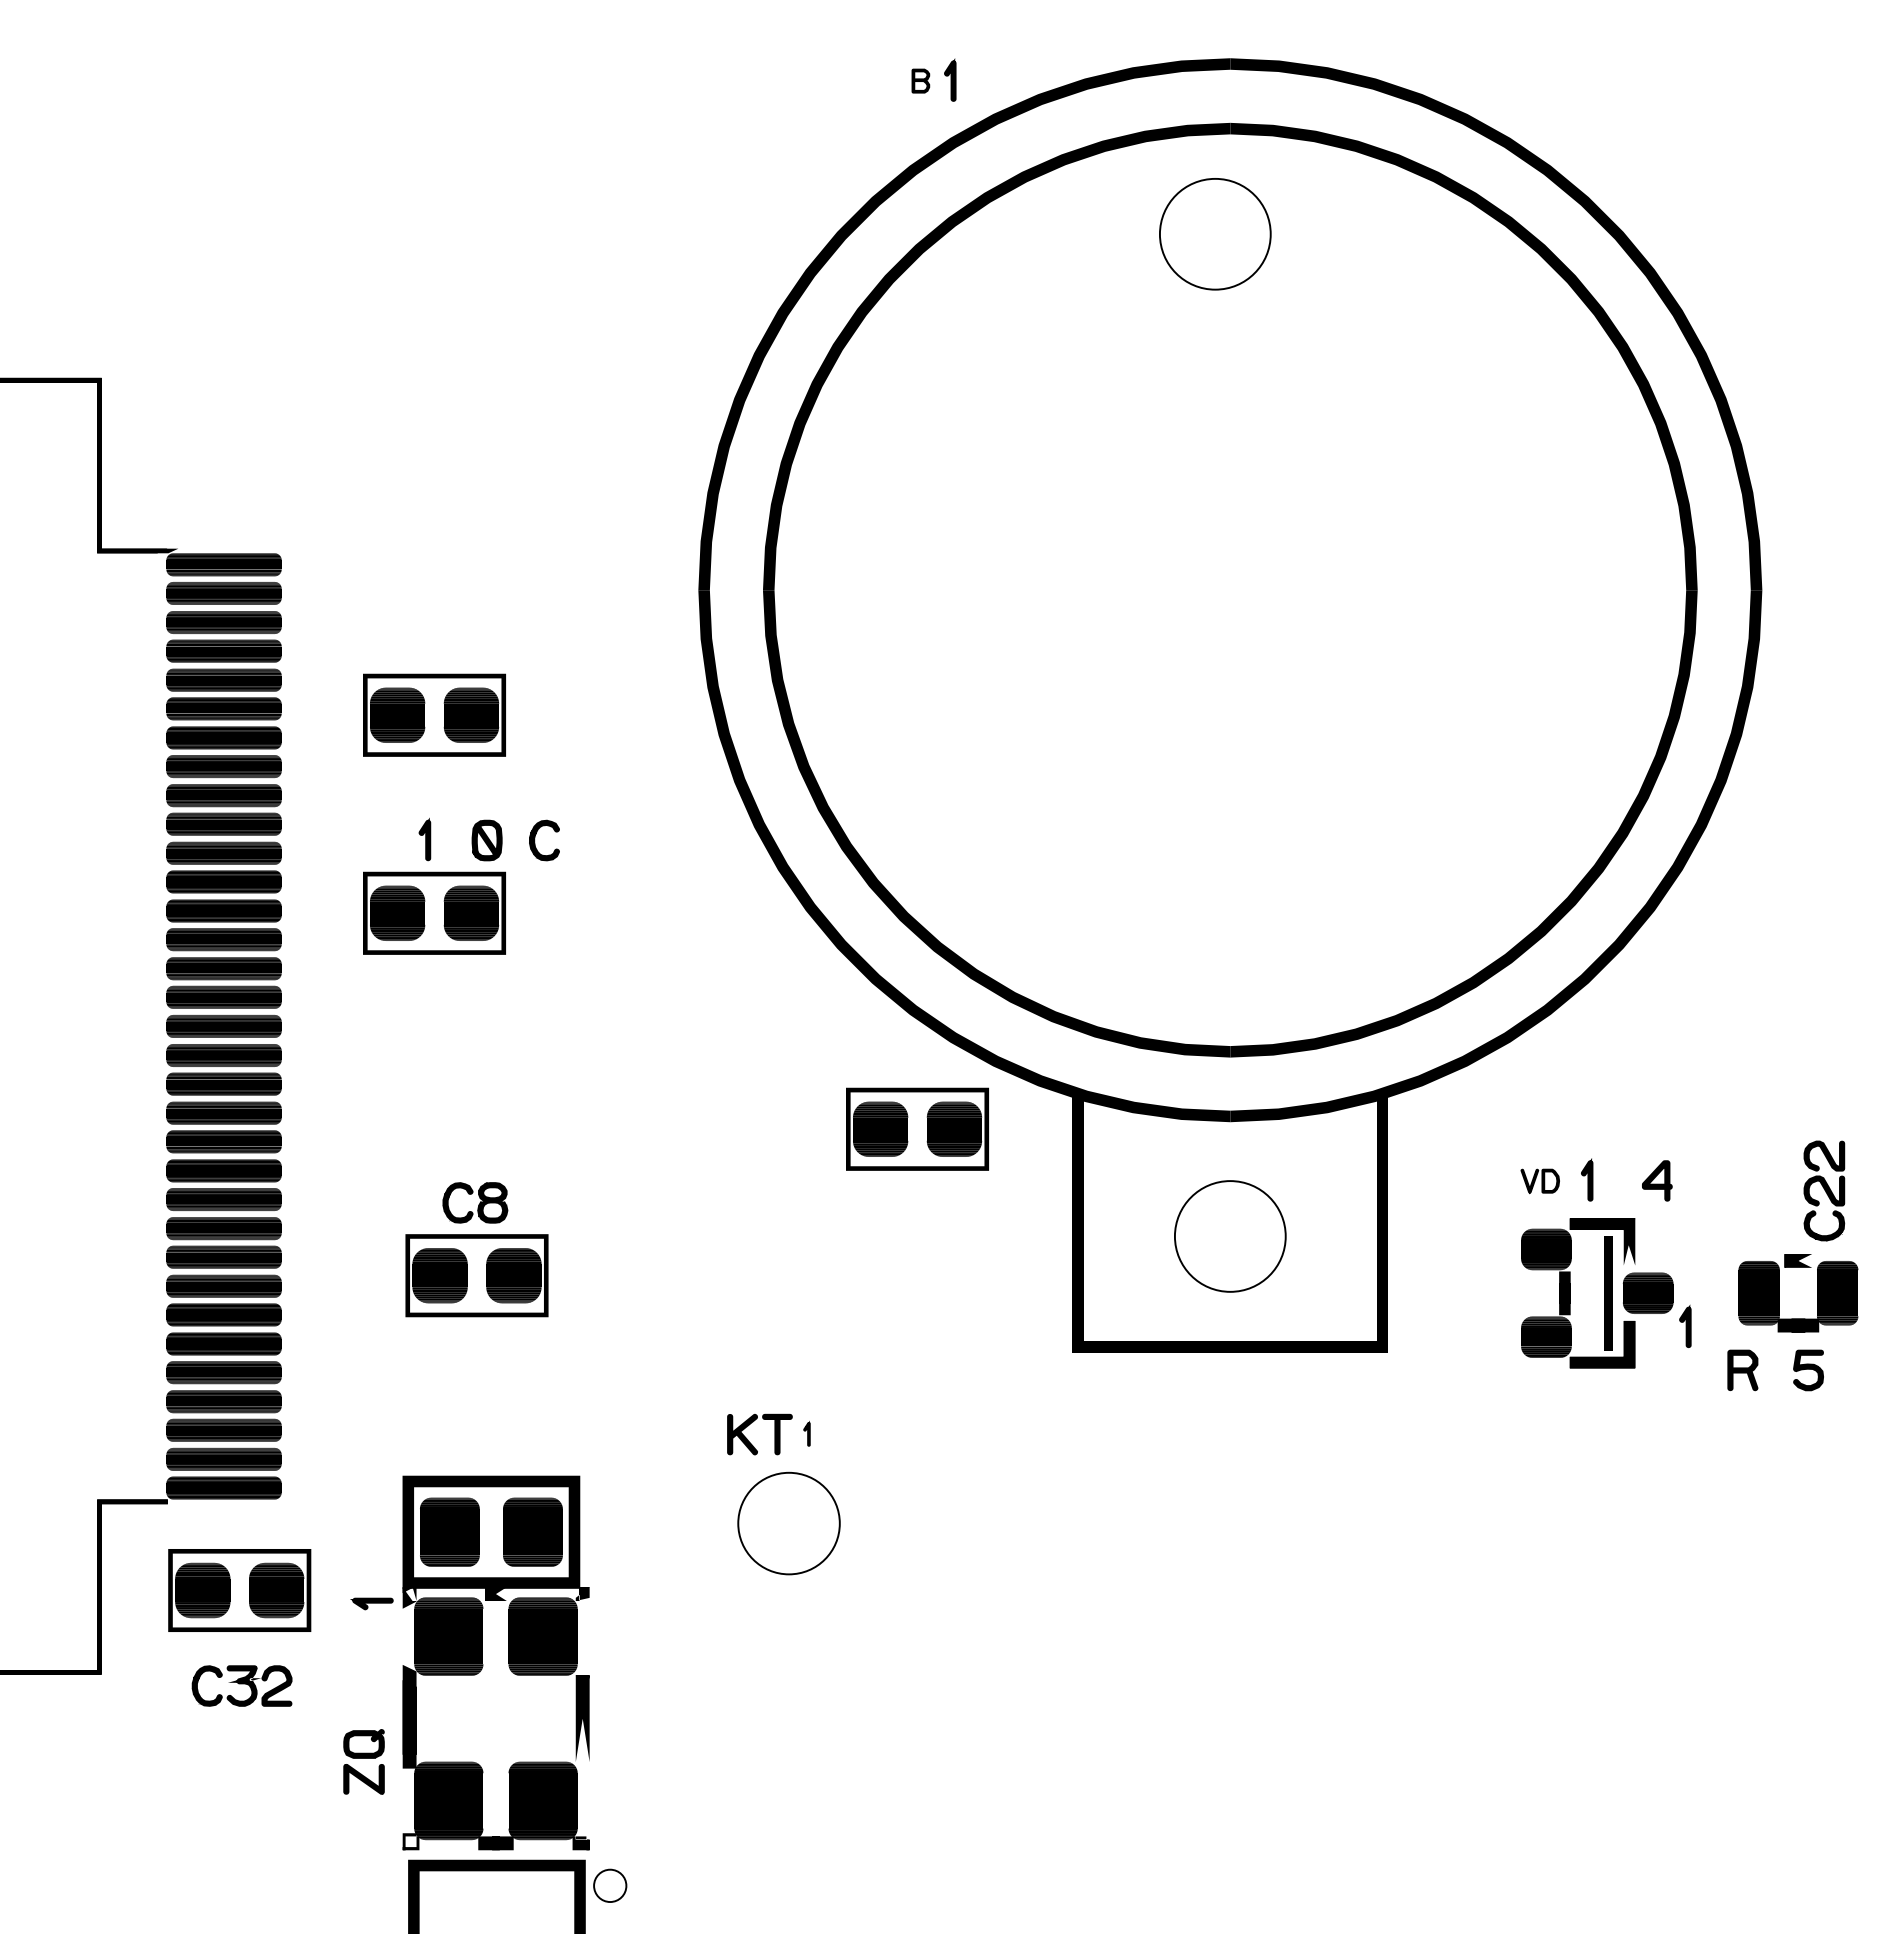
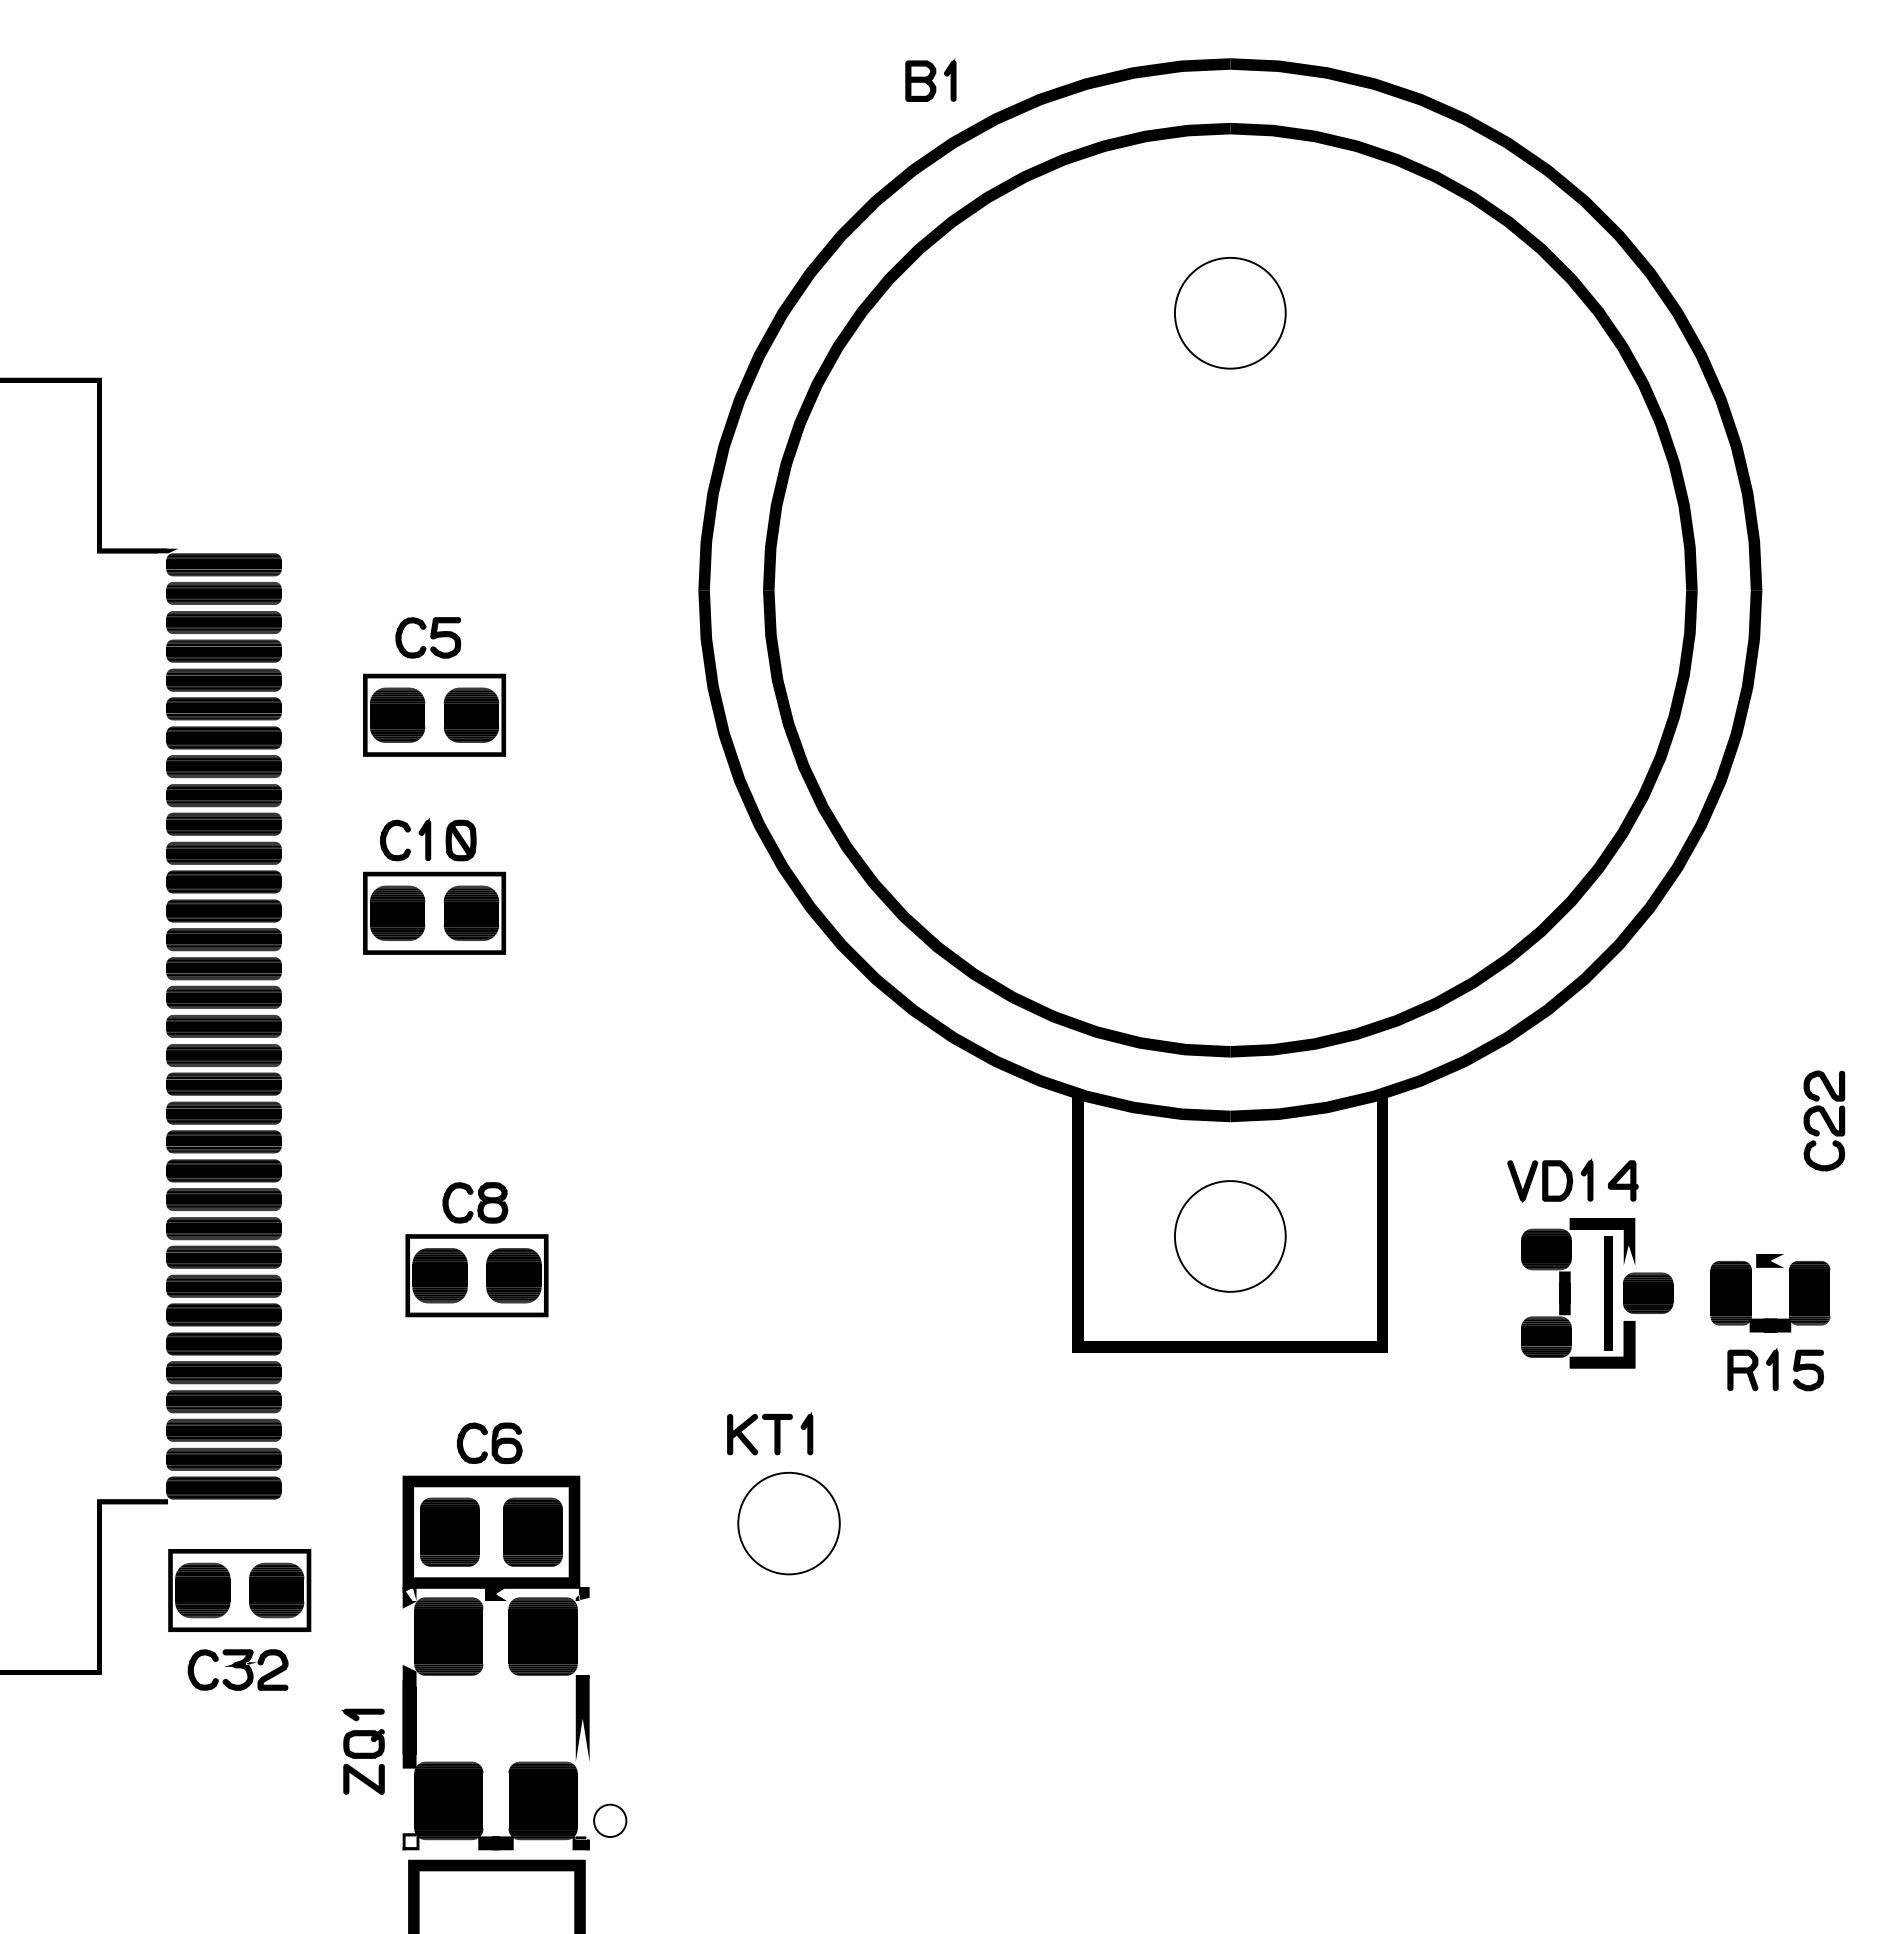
part at (920, 80) size: 20x26 px -> 32x42 px
part at (1215, 234) position: (1215, 234) -> (1230, 313)
part at (428, 637): none -> present
part at (486, 840) position: (486, 840) -> (460, 840)
part at (535, 840) position: (535, 840) -> (386, 840)
part at (917, 1128): present -> none
part at (1657, 1180) position: (1657, 1180) -> (1623, 1180)
part at (1539, 1181) size: 40x27 px -> 67x43 px
part at (1824, 1190) position: (1824, 1190) -> (1824, 1120)
part at (1779, 1293) position: (1779, 1293) -> (1751, 1293)
part at (1685, 1325) position: (1685, 1325) -> (1772, 1368)
part at (806, 1433) size: 8x26 px -> 14x44 px
part at (489, 1442): none -> present
part at (371, 1603) position: (371, 1603) -> (362, 1714)
part at (241, 1685) position: (241, 1685) -> (237, 1669)
part at (610, 1885) position: (610, 1885) -> (610, 1820)
